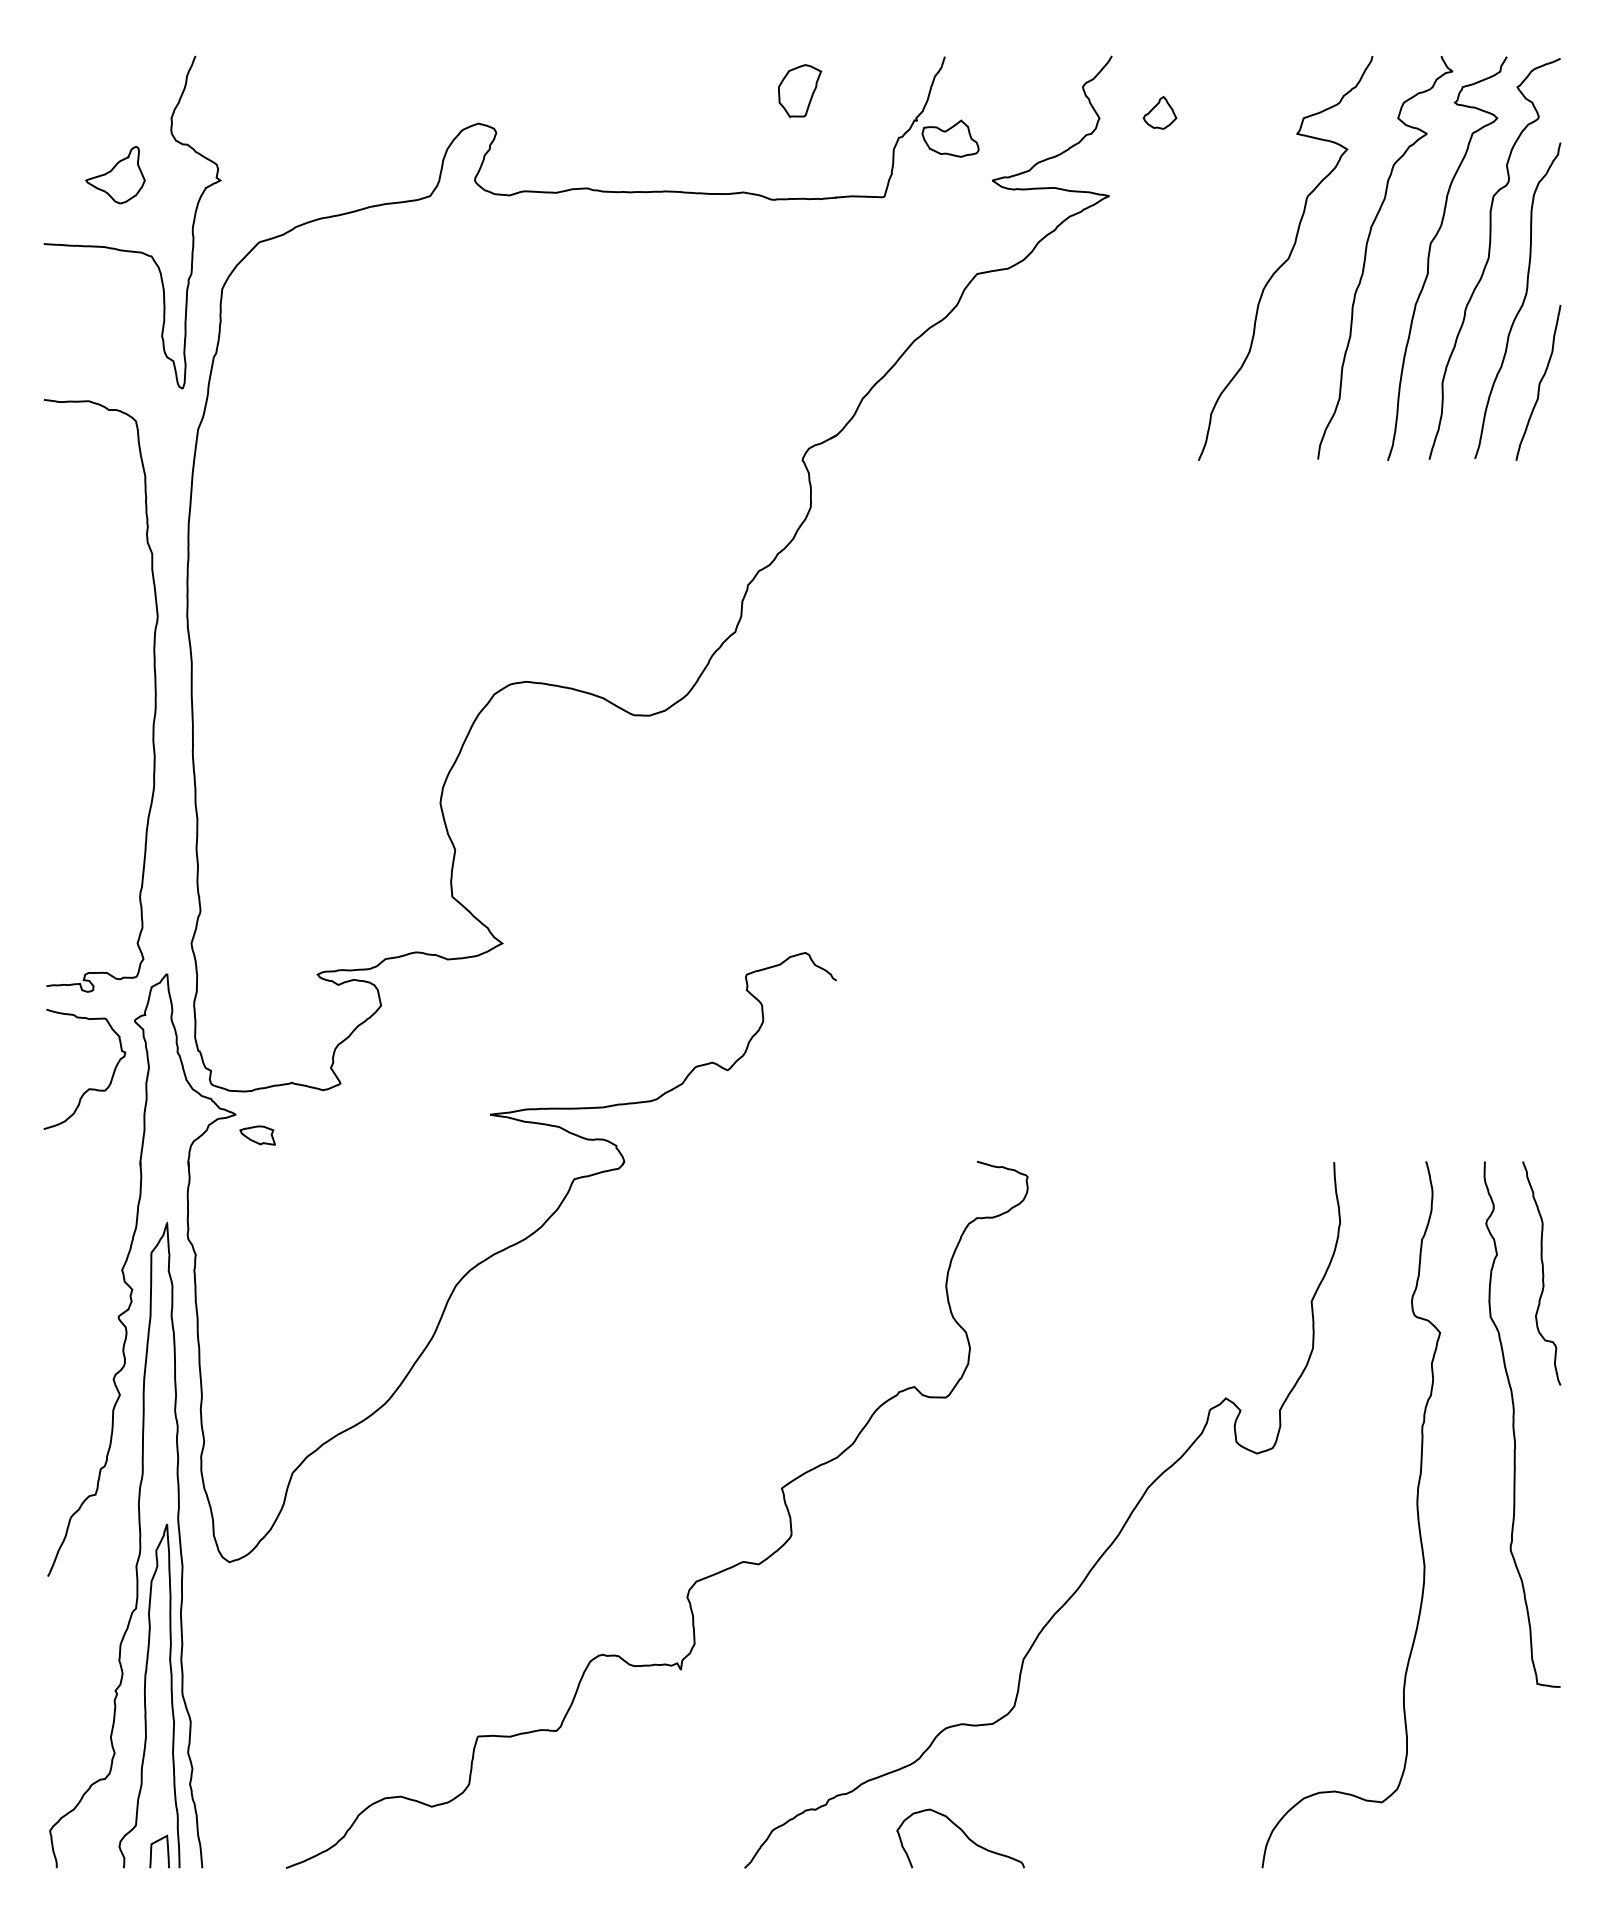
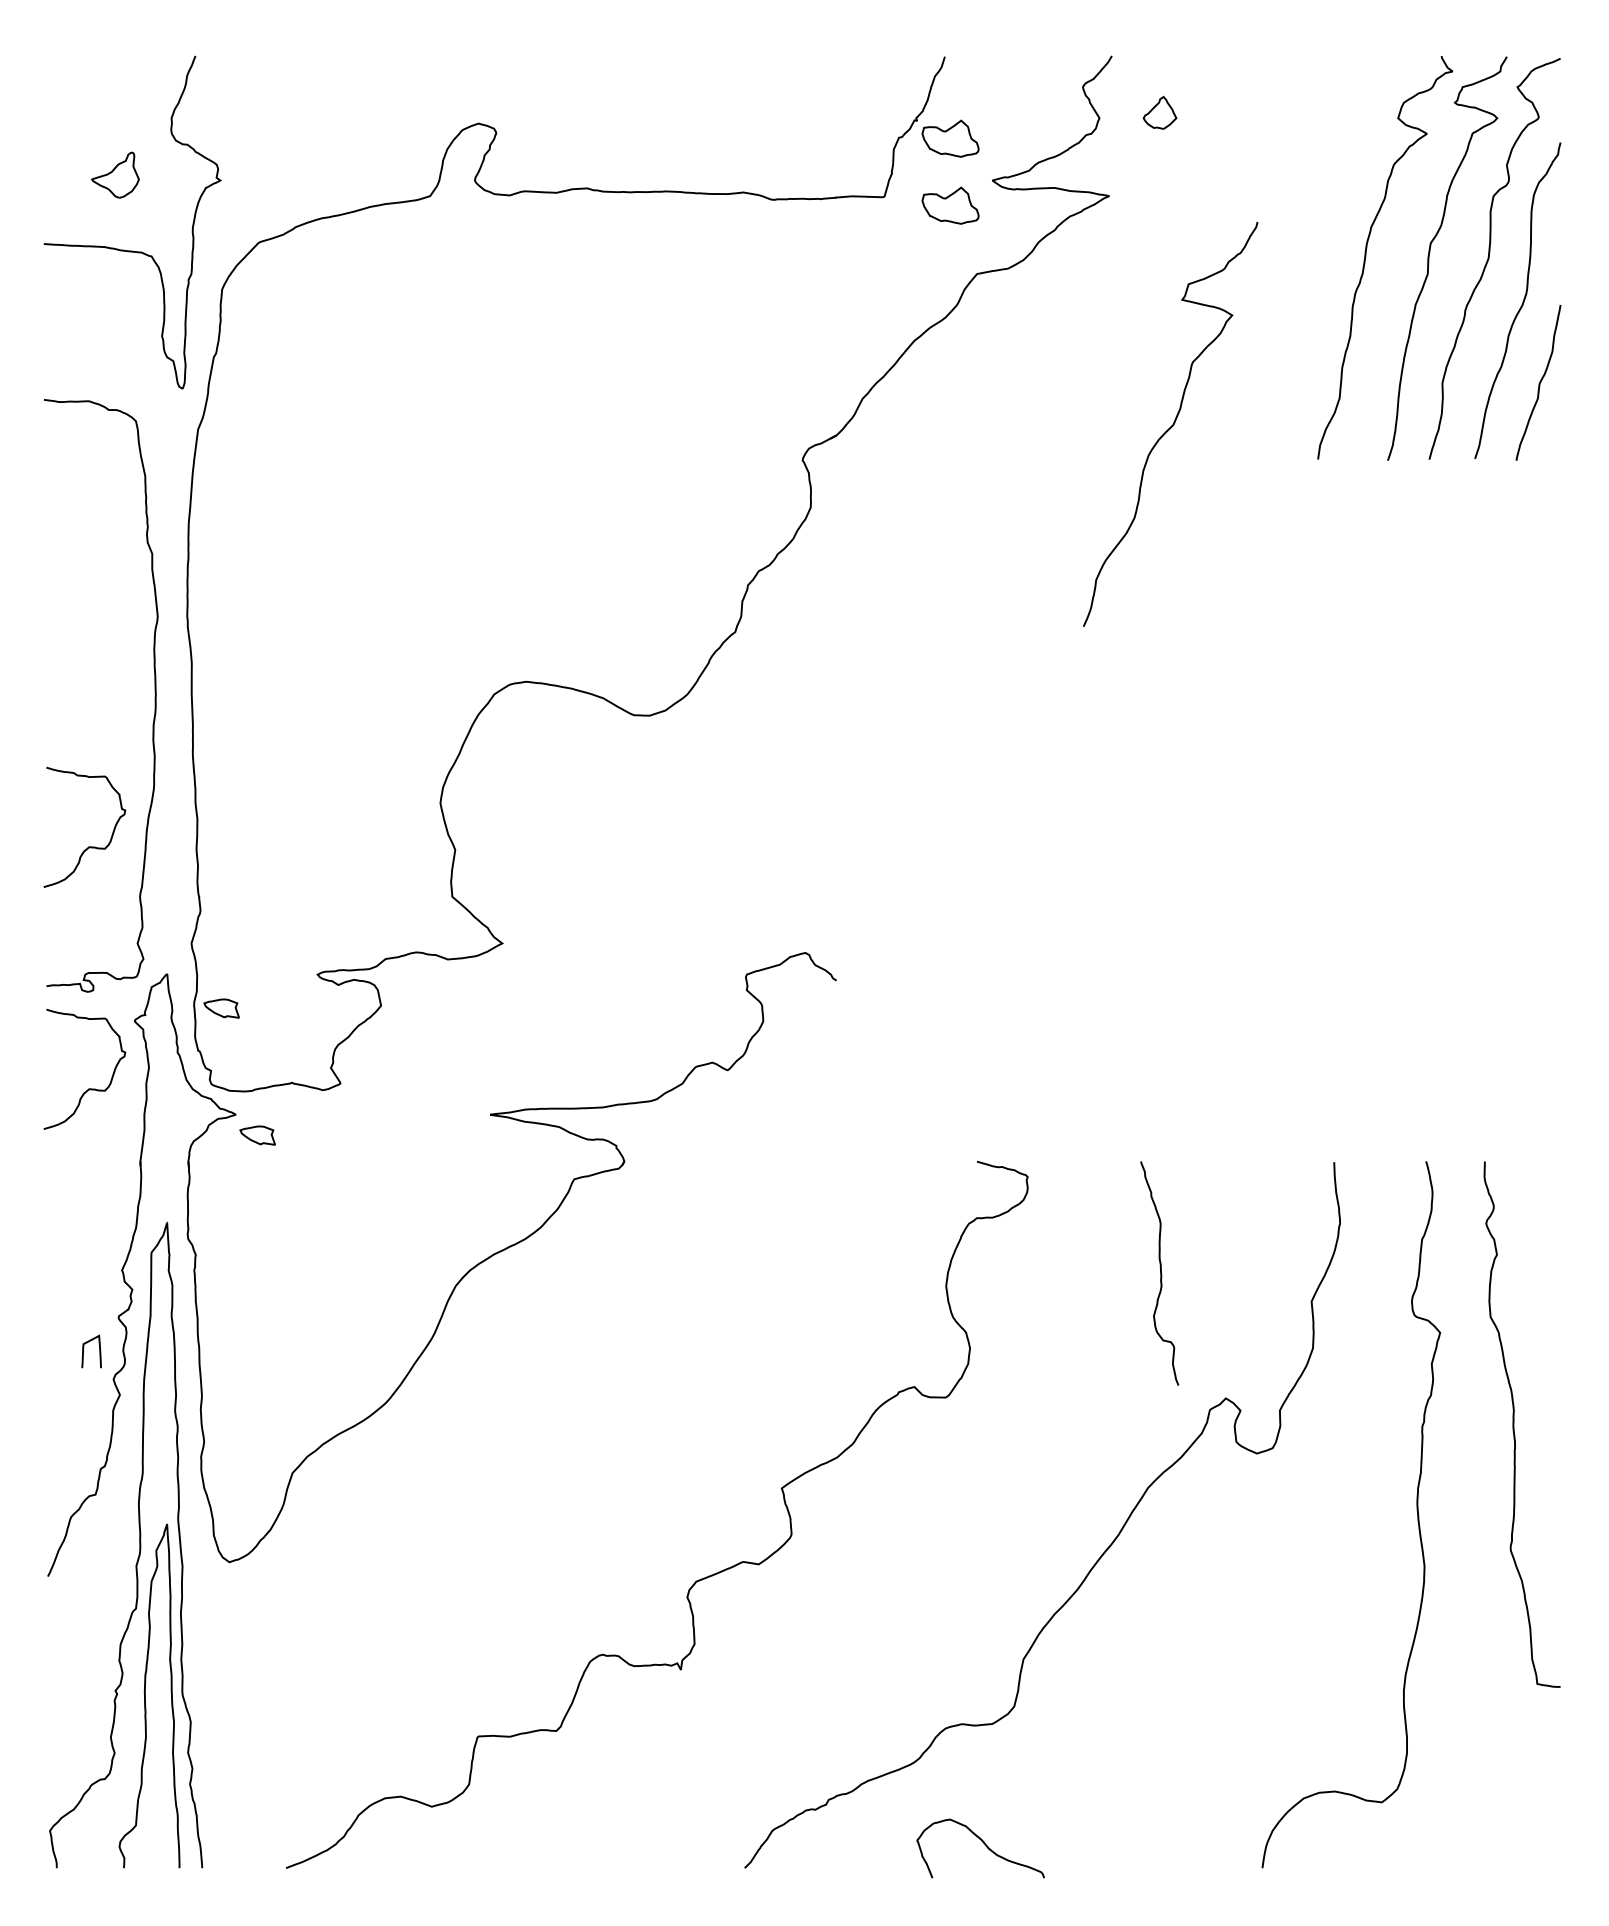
part at (800, 90): present -> none
part at (115, 175) size: 61x59 px -> 49x48 px
part at (950, 205): none -> present
curve at (1286, 259) position: (1286, 259) -> (1171, 425)
curve at (88, 846): none -> present
part at (221, 1008): none -> present
curve at (1542, 1273) position: (1542, 1273) -> (1160, 1273)
curve at (965, 1836) position: (965, 1836) -> (985, 1846)
curve at (152, 1849) position: (152, 1849) -> (84, 1349)
